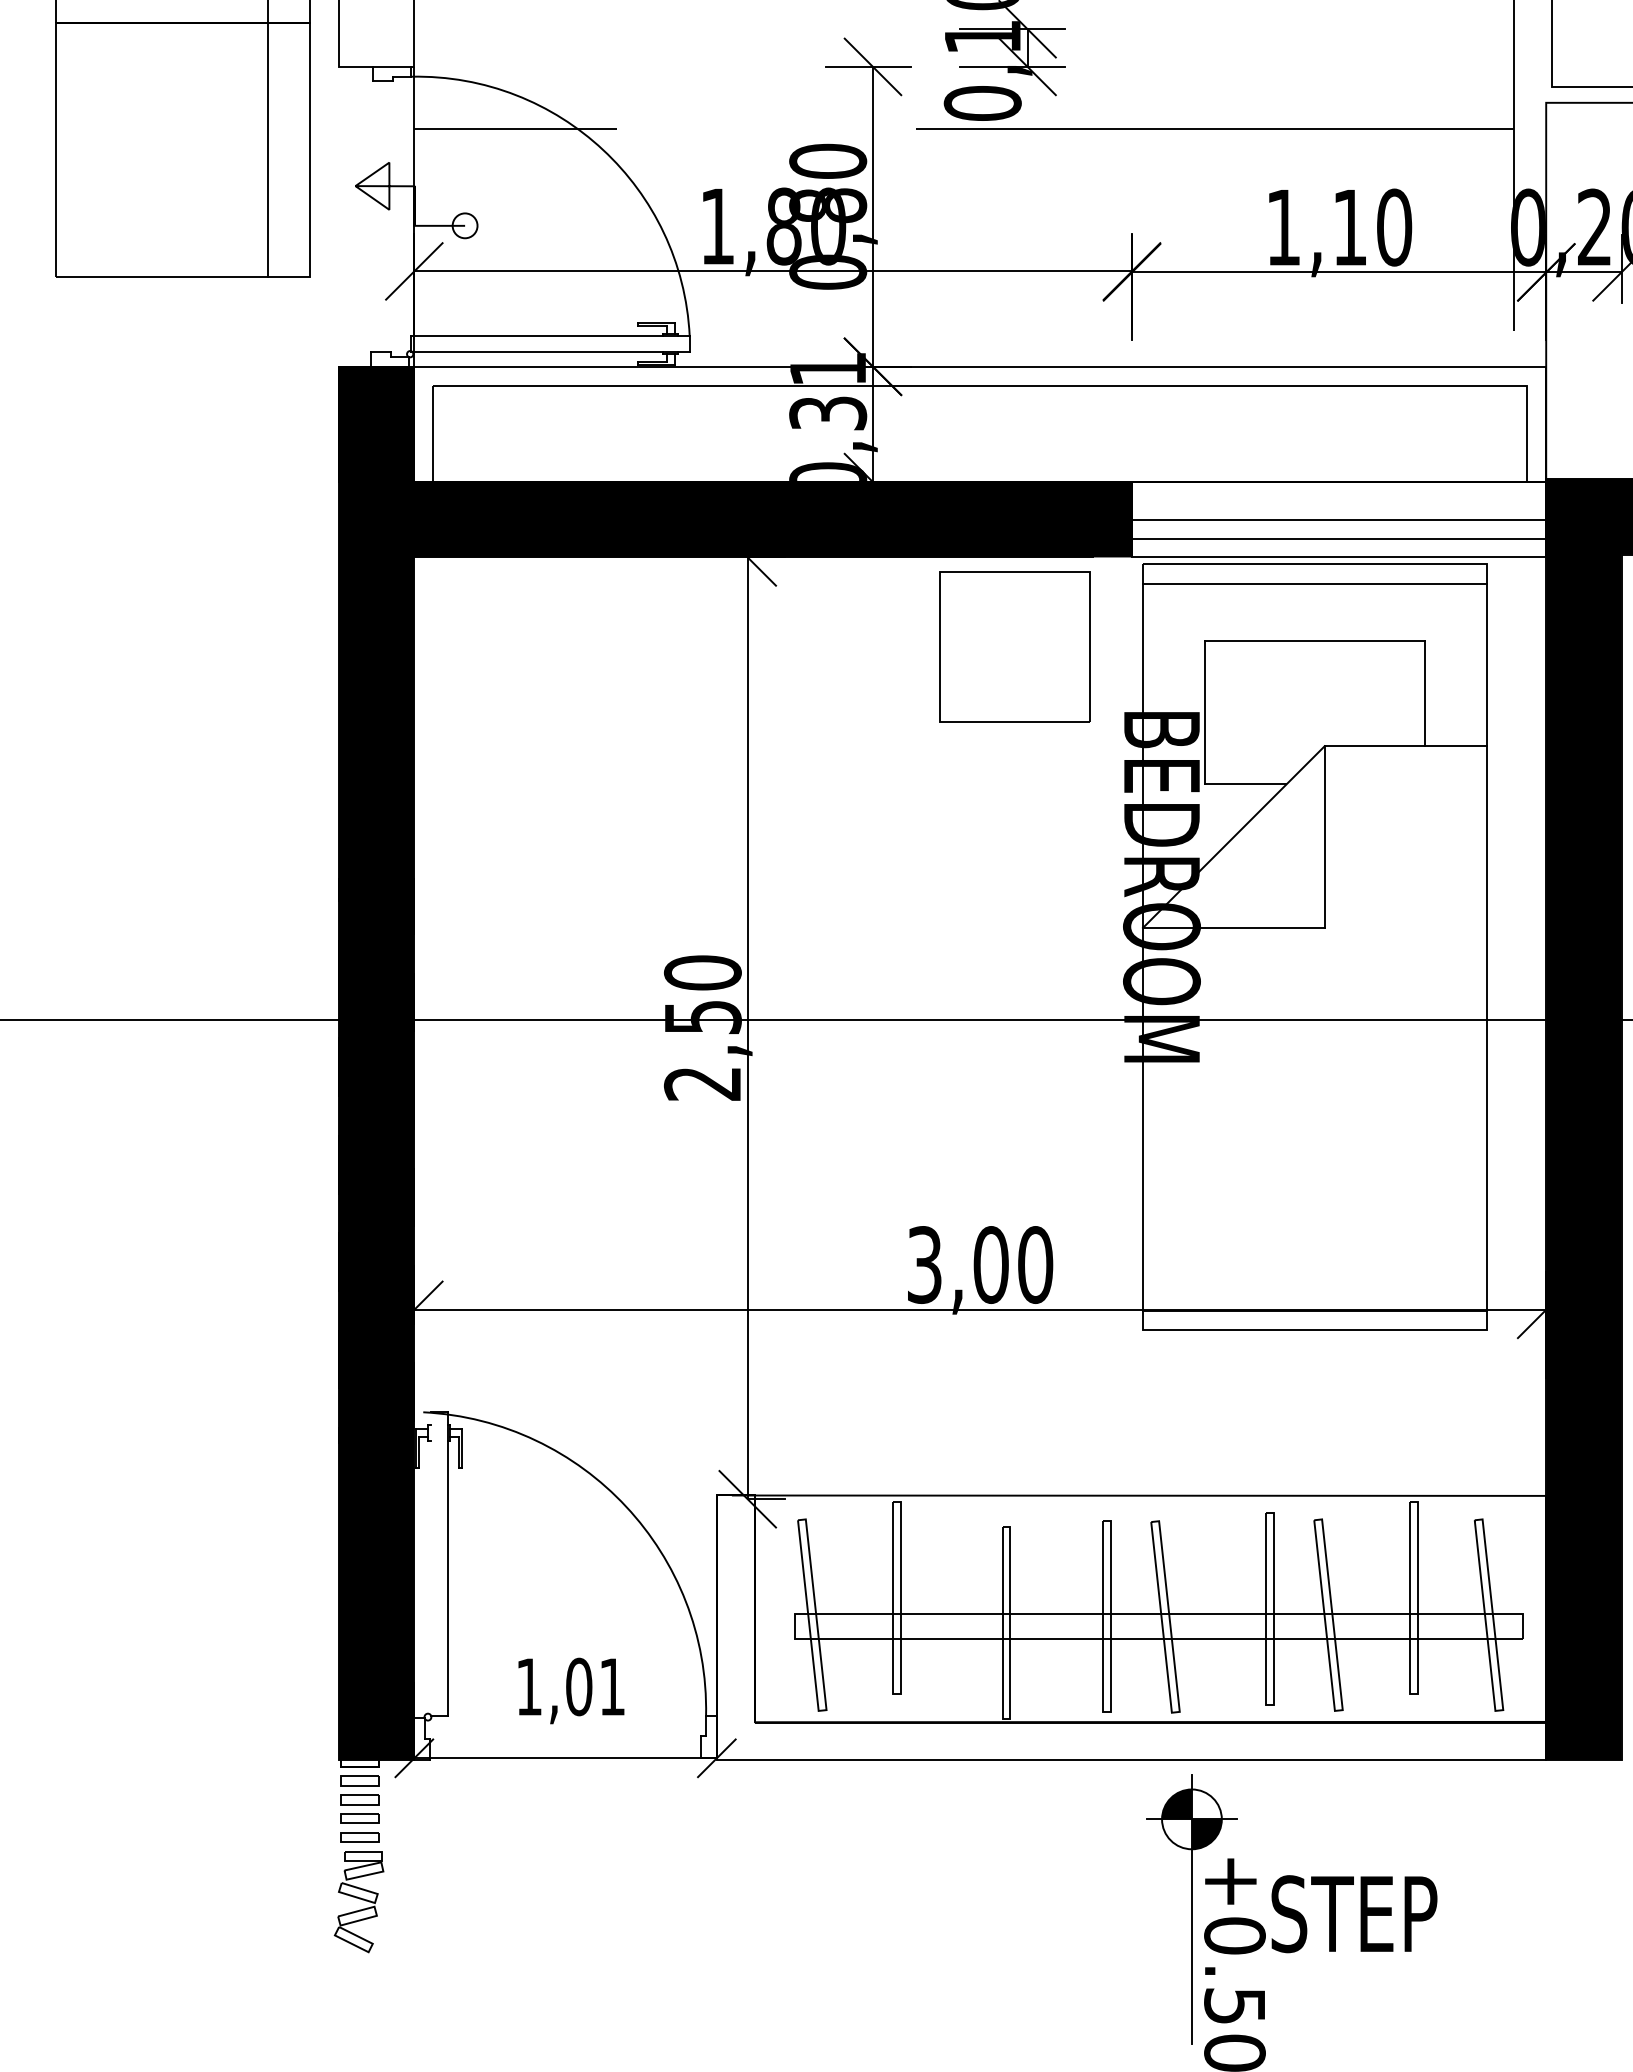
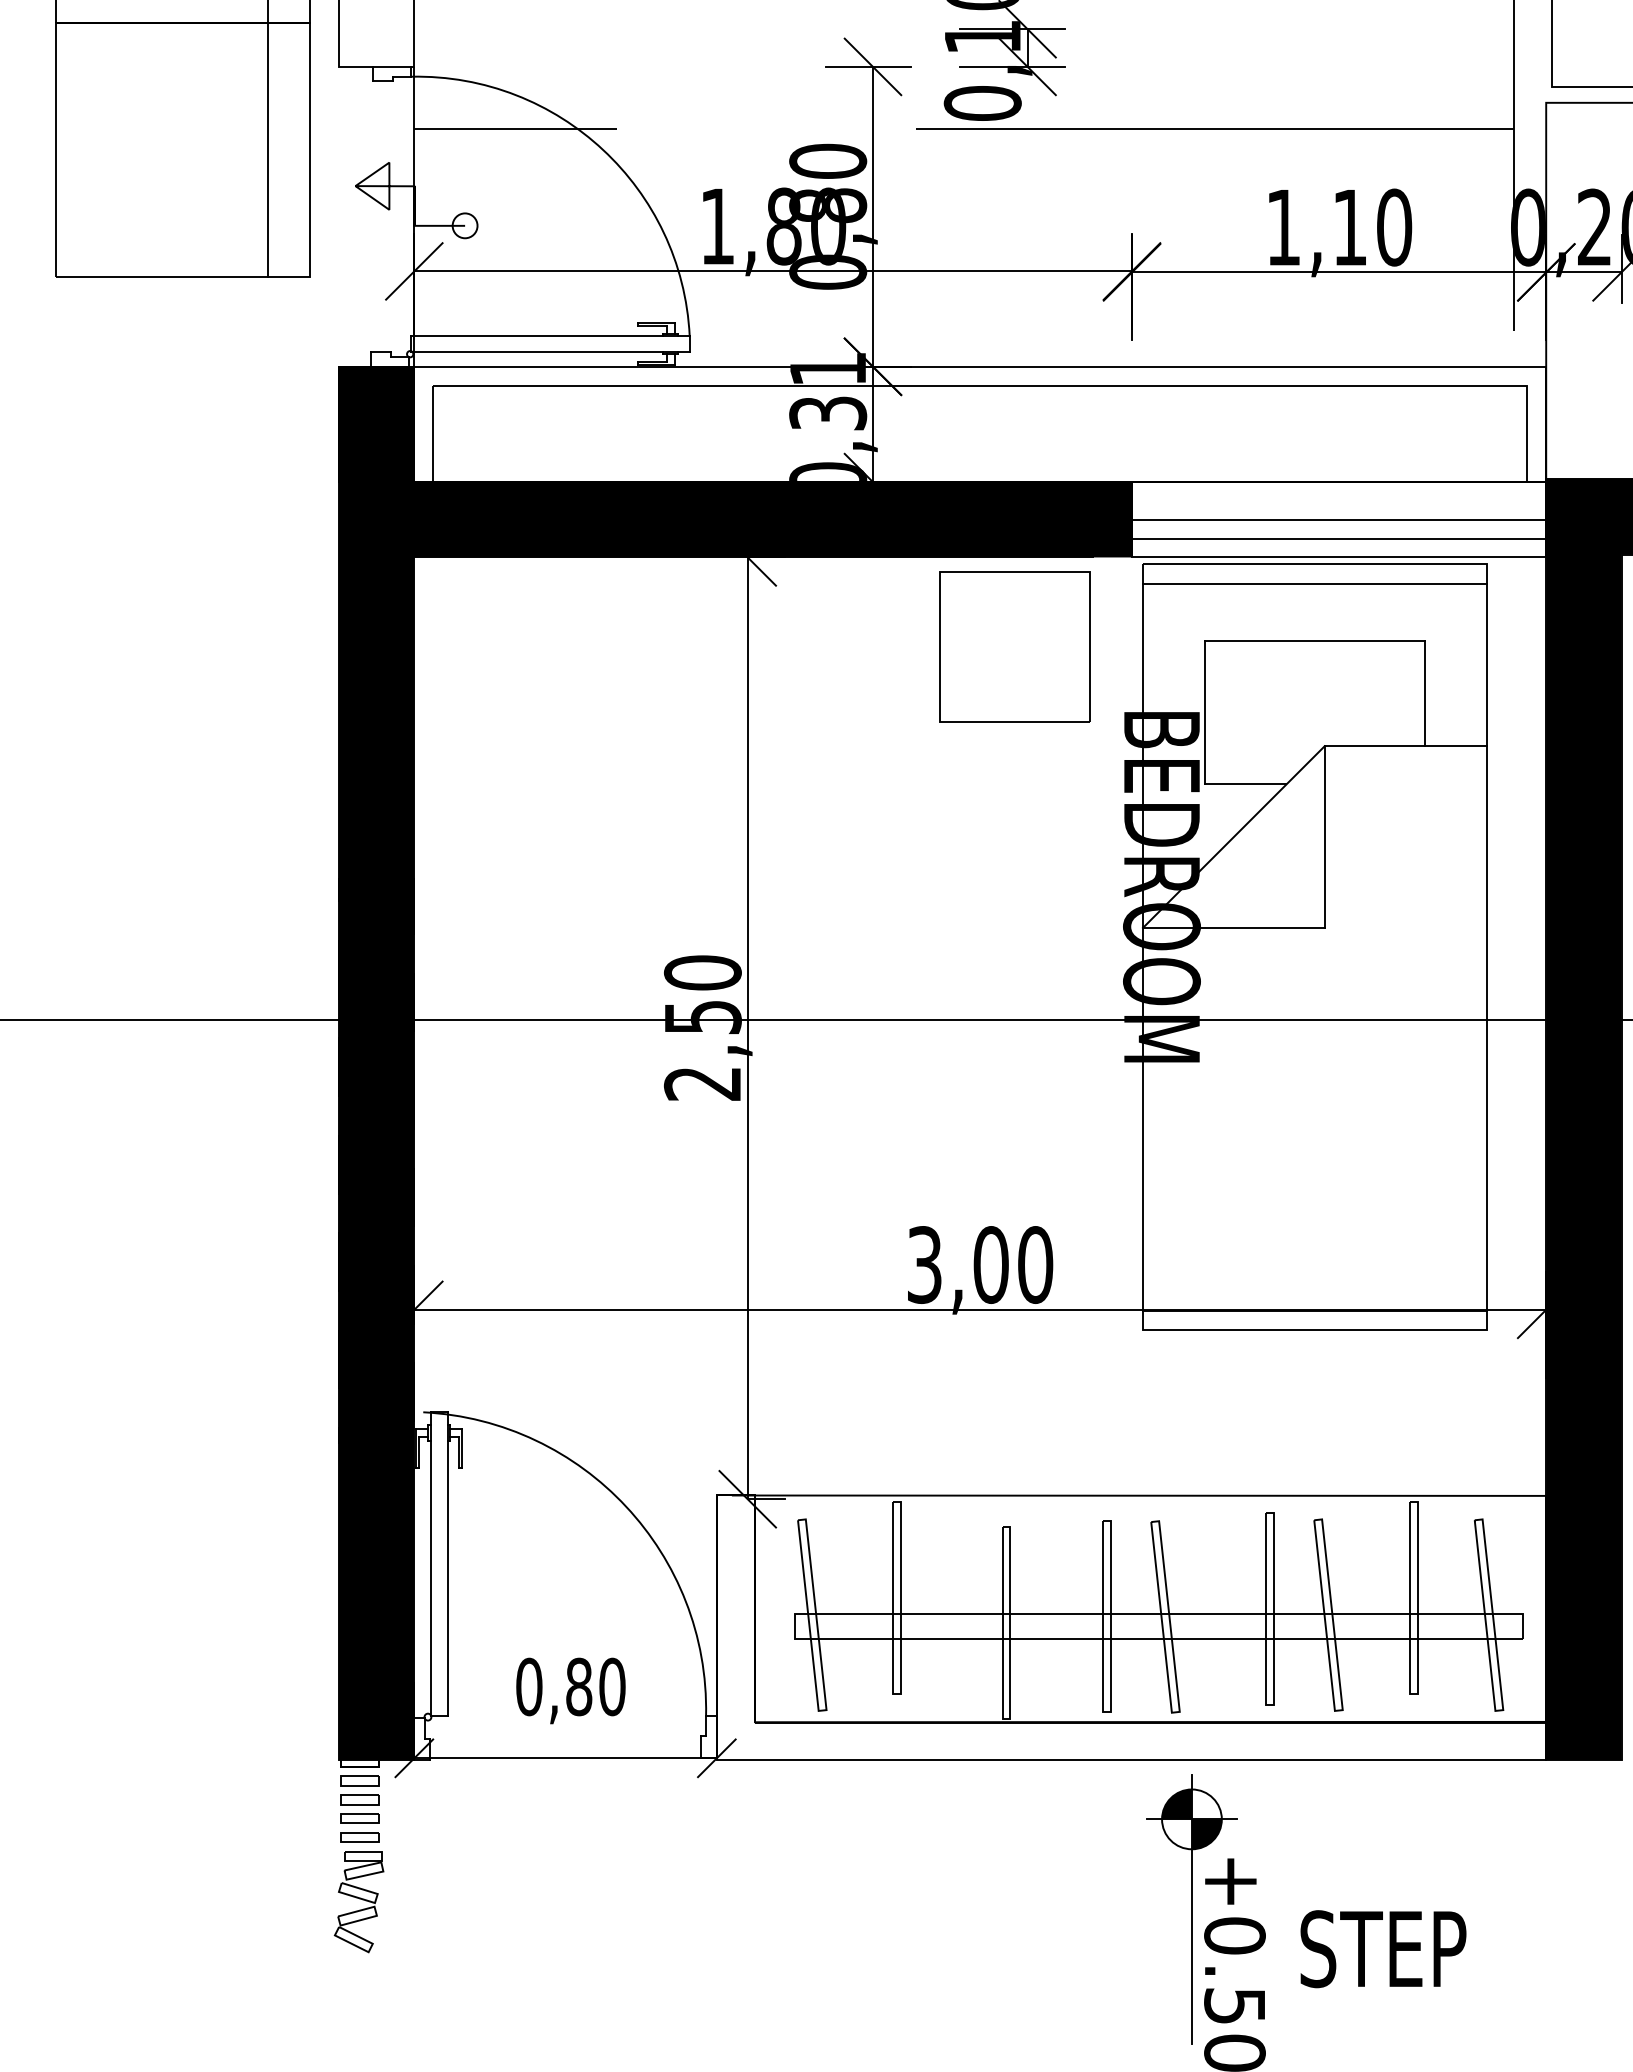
line at (430, 1563): none -> present
text at (570, 1686): 1,01 -> 0,80
text at (1354, 1914) position: (1354, 1914) -> (1383, 1949)
